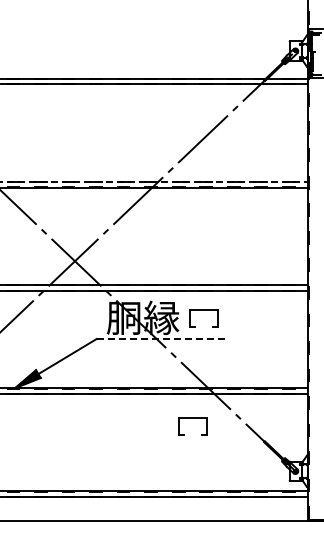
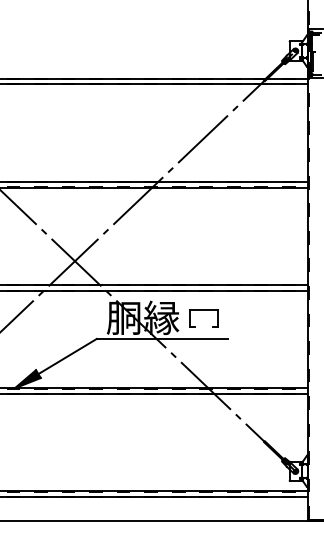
line at (154, 181): dashed -> solid
line at (162, 338): dashed -> solid
part at (192, 418): present -> none
